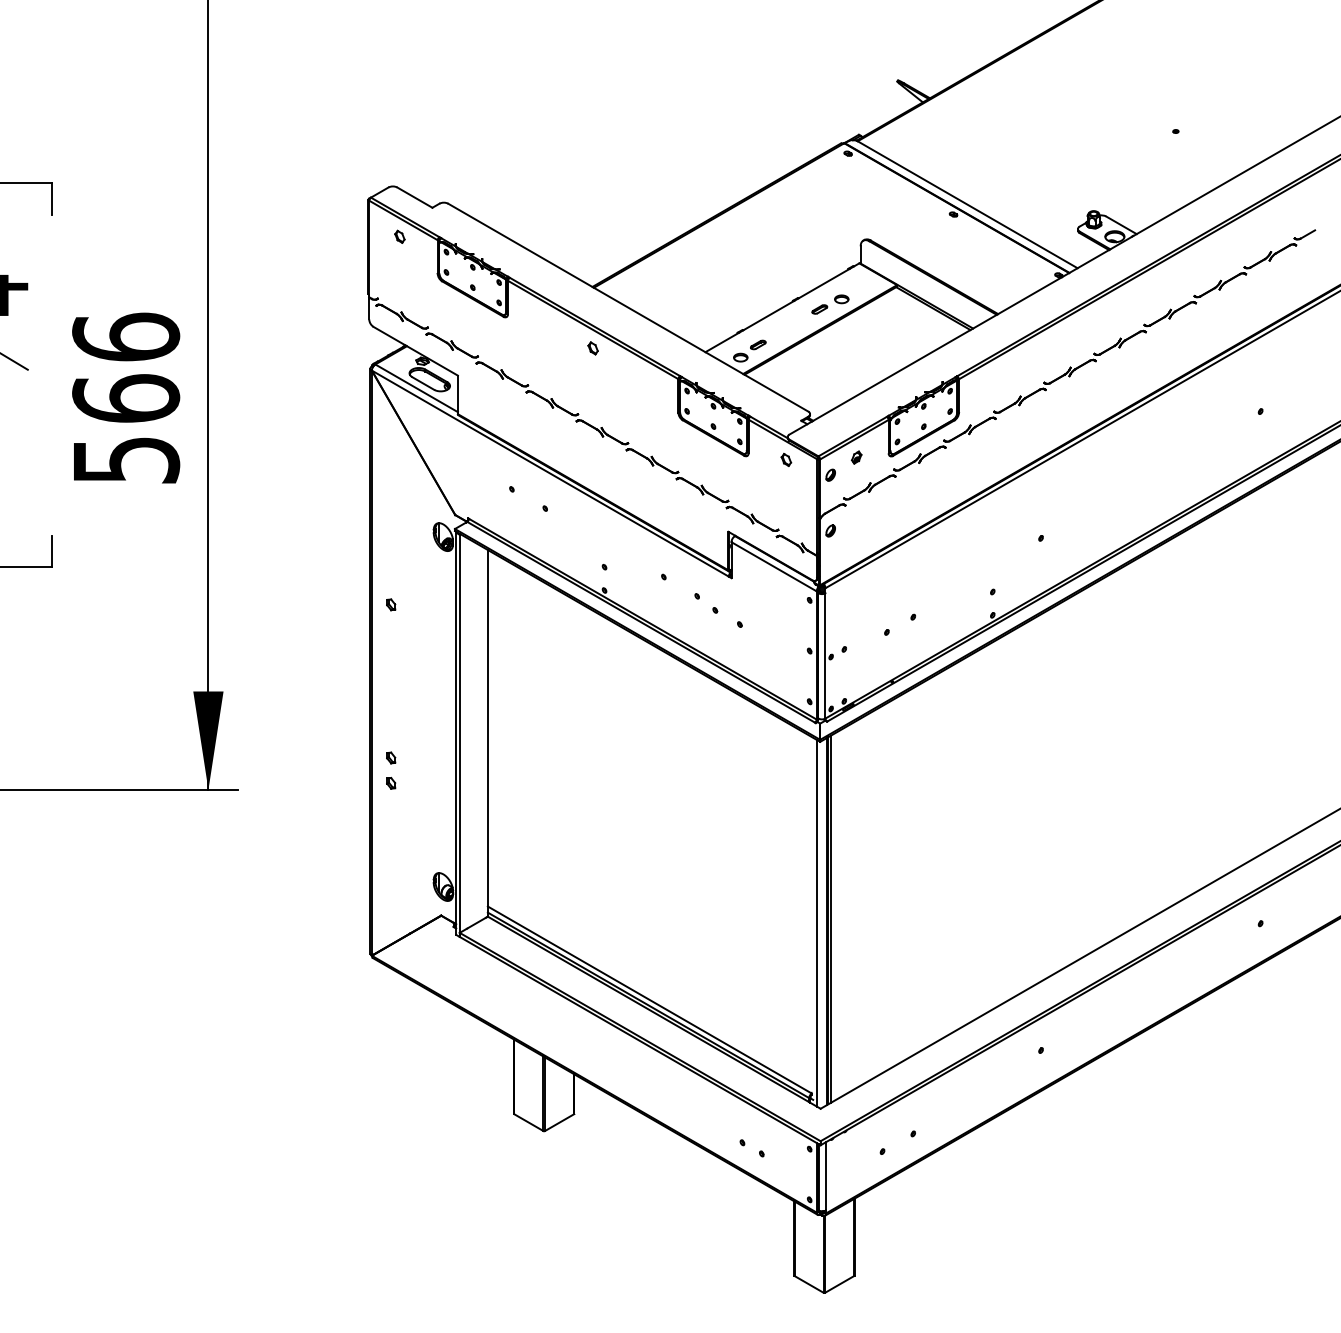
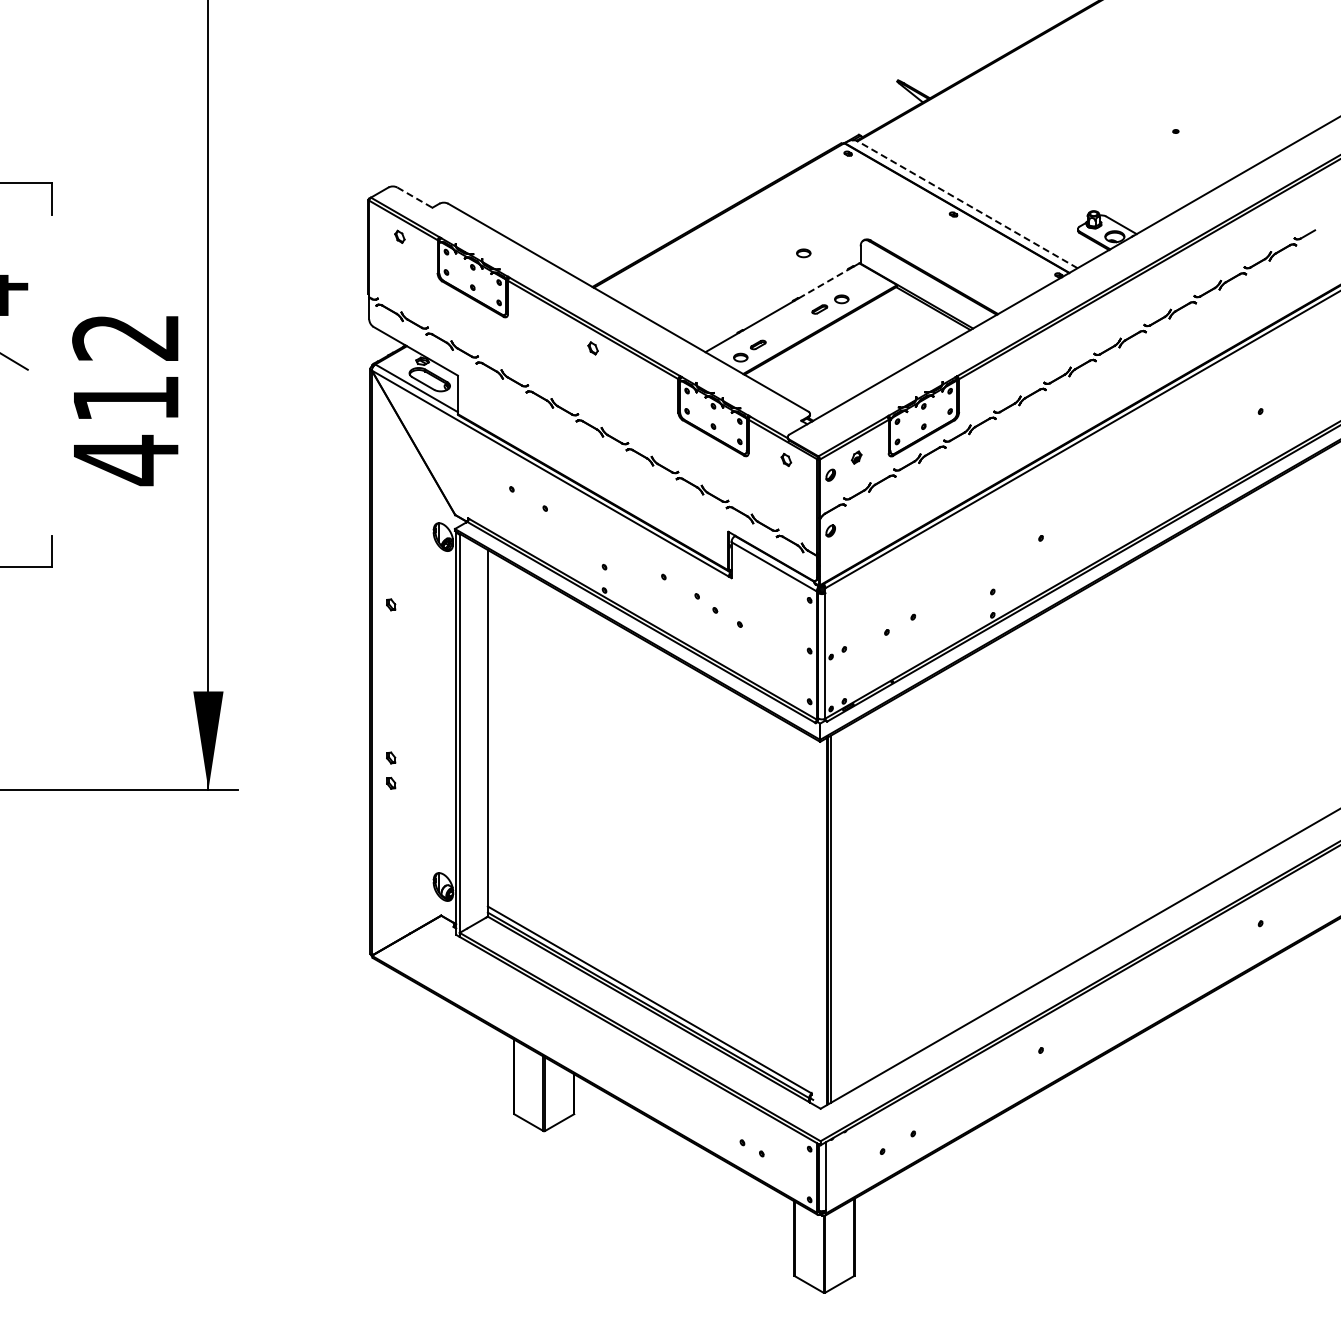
line at (415, 197): solid -> dashed
line at (966, 204): solid -> dashed
part at (803, 253): none -> present
line at (824, 283): solid -> dashed
text at (126, 399): 566 -> 412
line at (817, 923): present -> none
